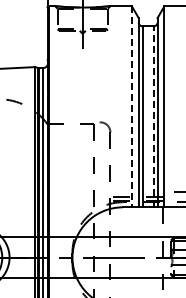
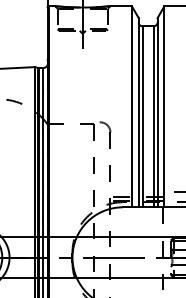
line at (131, 106): dashed -> solid
line at (153, 116): dashed -> solid
